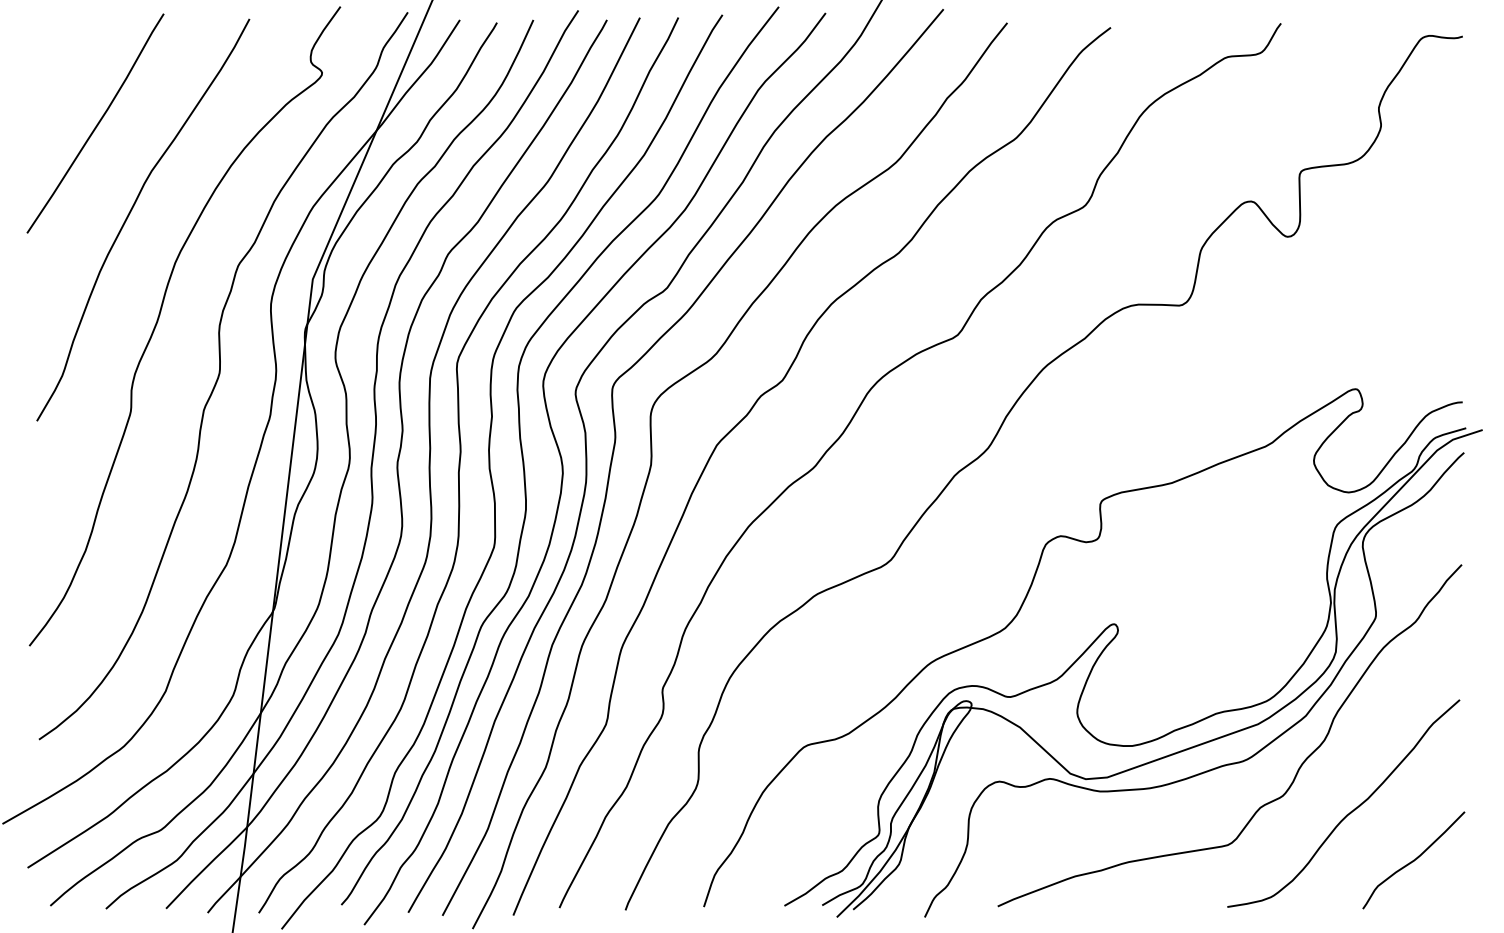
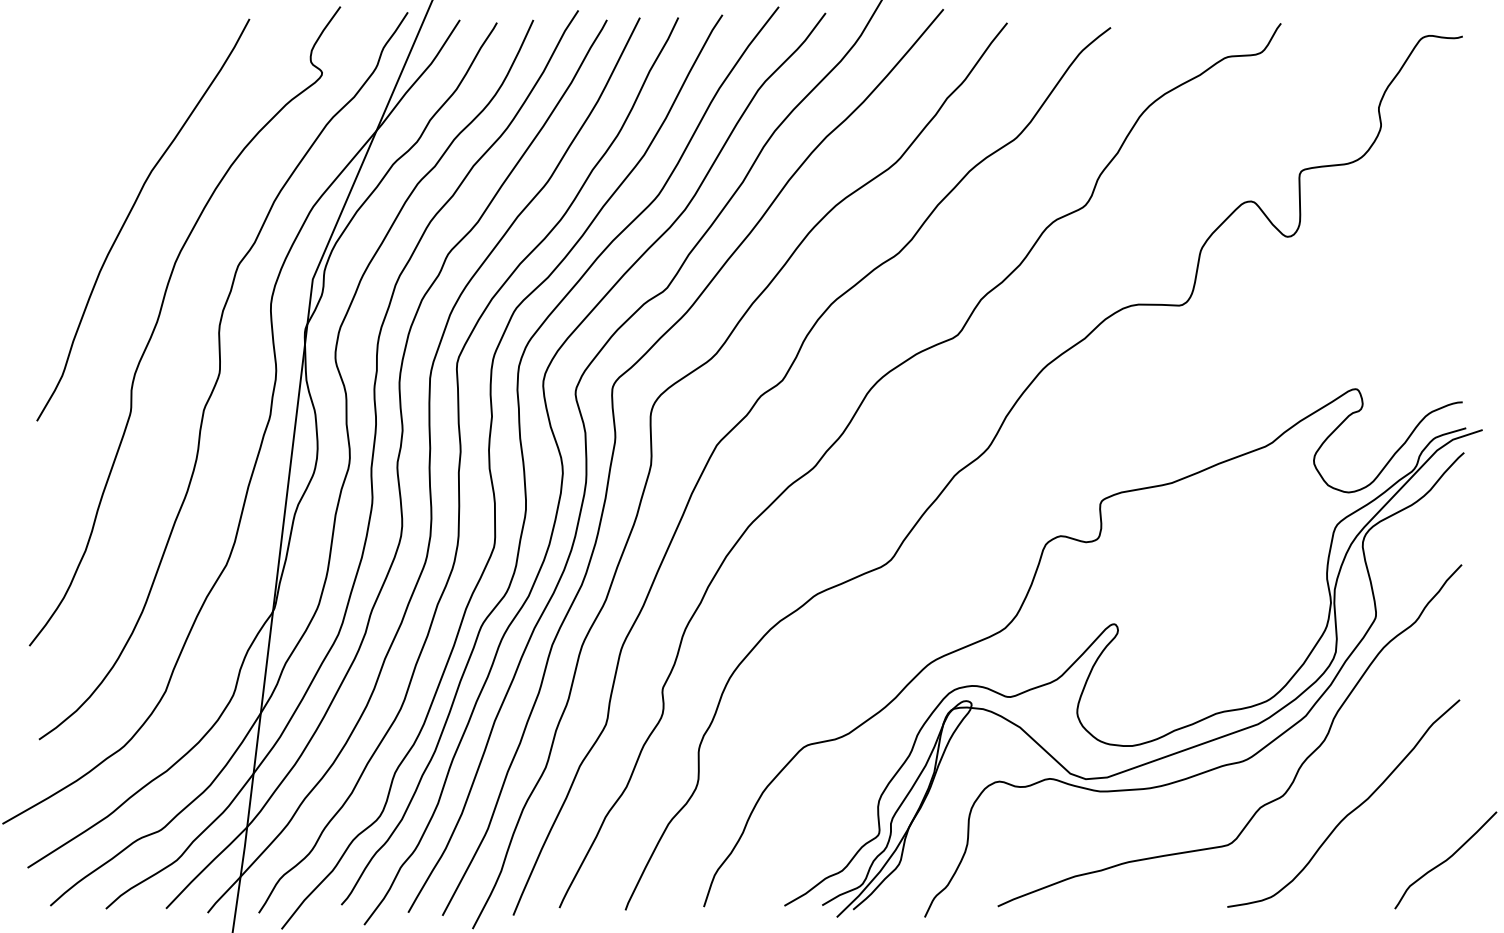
curve at (96, 124): present -> none
curve at (1413, 860) position: (1413, 860) -> (1445, 860)
